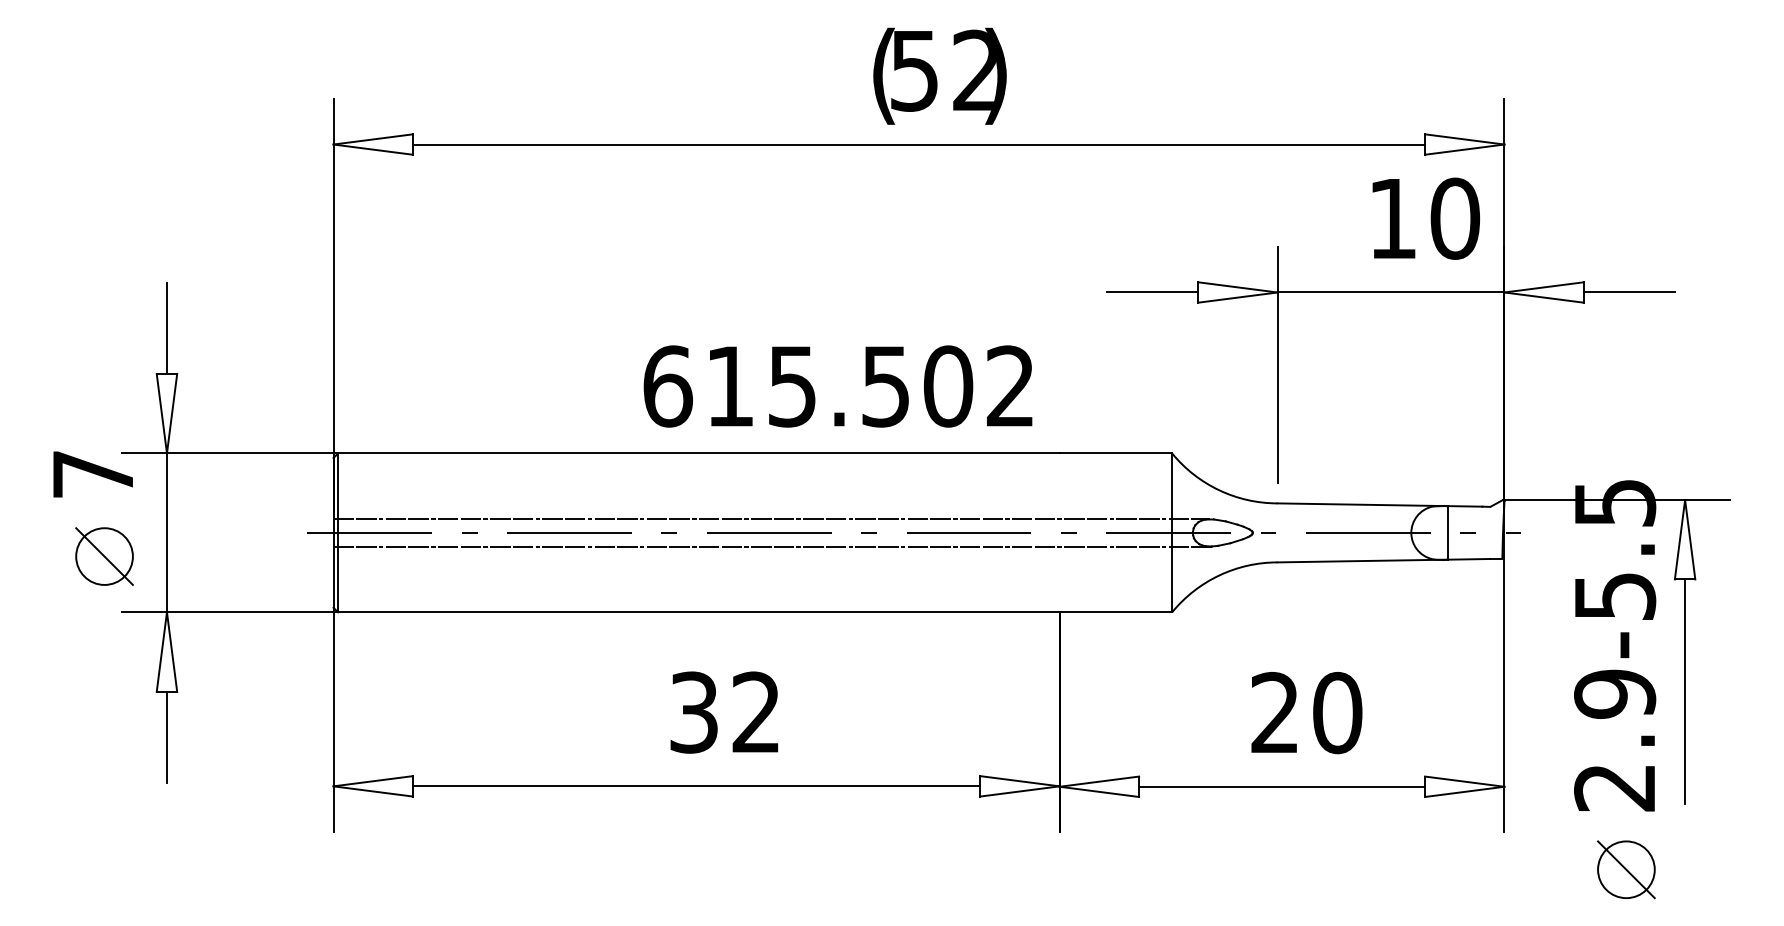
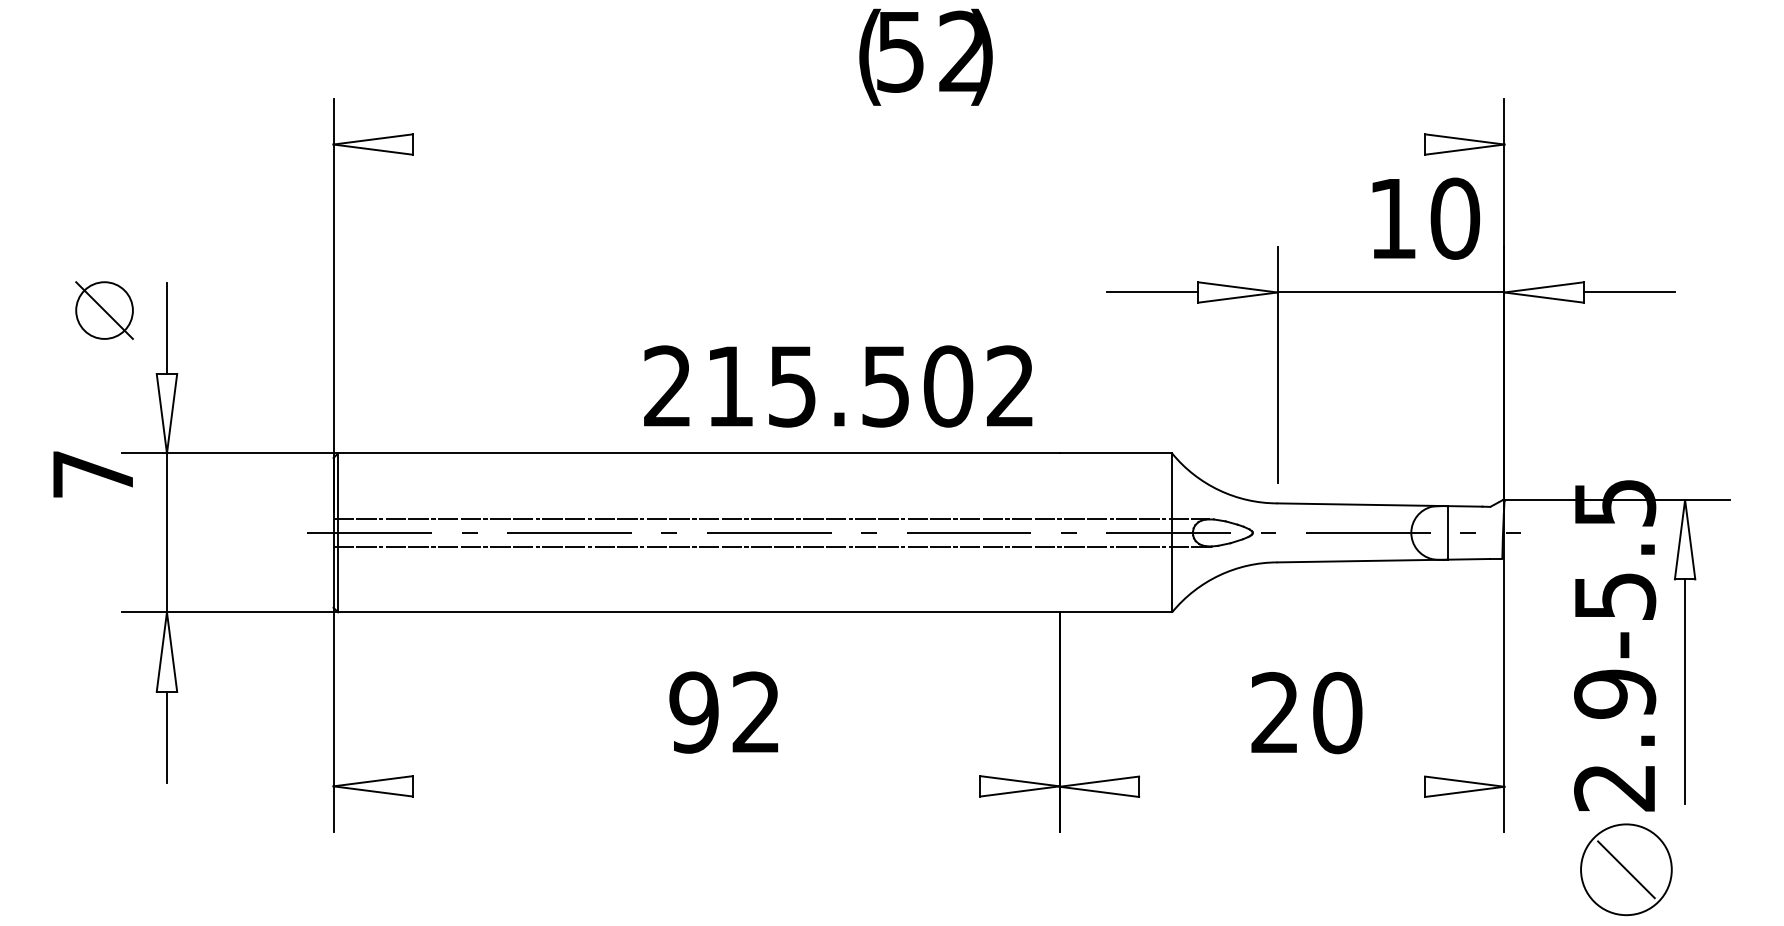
text at (939, 75) position: (939, 75) -> (925, 56)
line at (918, 144): present -> none
text at (668, 386): 615.502 -> 215.502
part at (104, 556) position: (104, 556) -> (104, 310)
text at (693, 712): 32 -> 92
line at (696, 786): present -> none
line at (1282, 786): present -> none
circle at (1626, 869) diameter: 57 px -> 91 px
